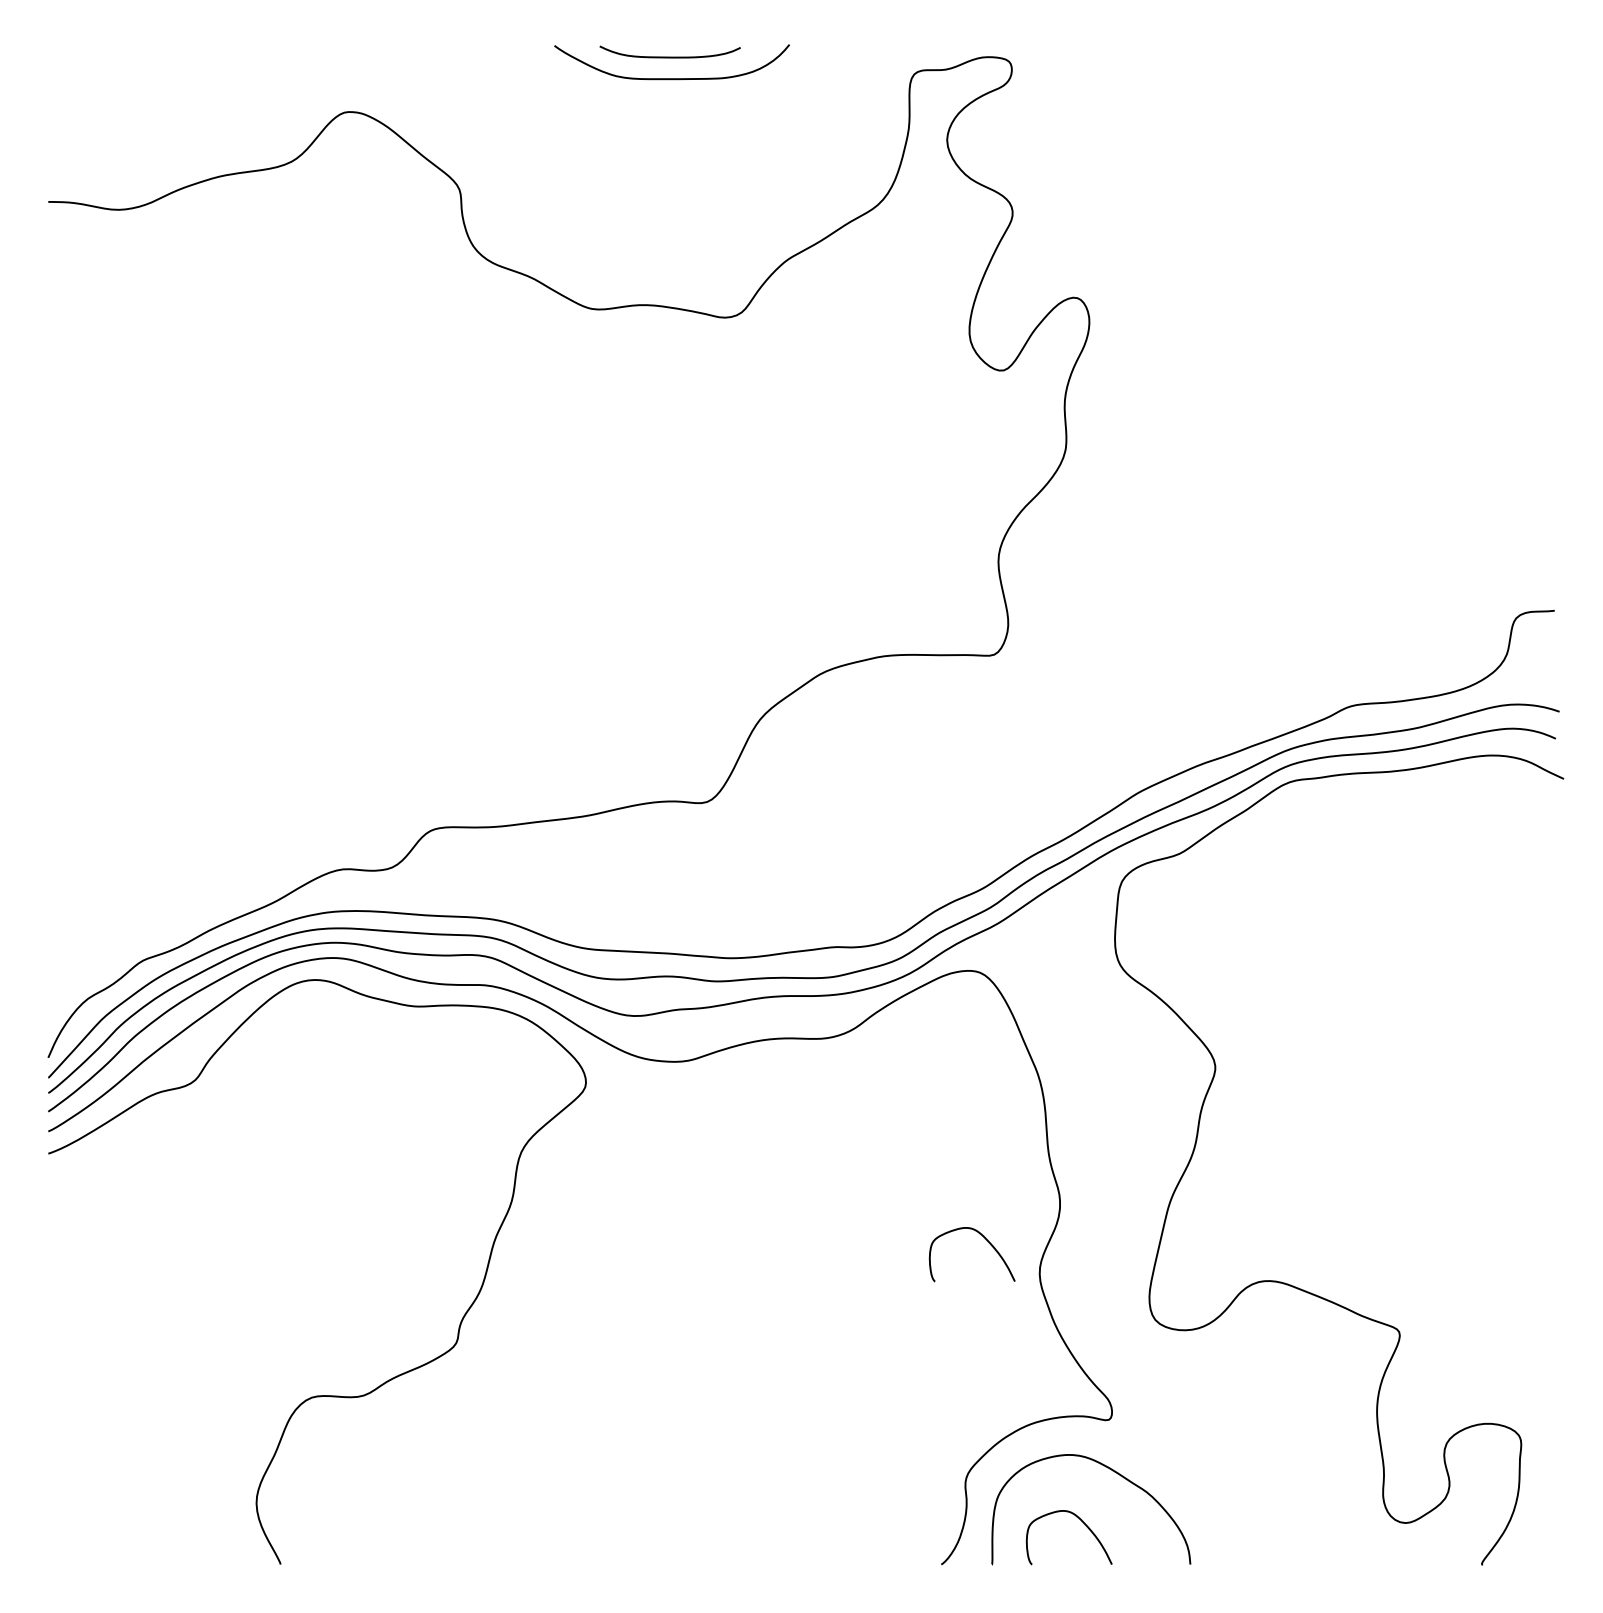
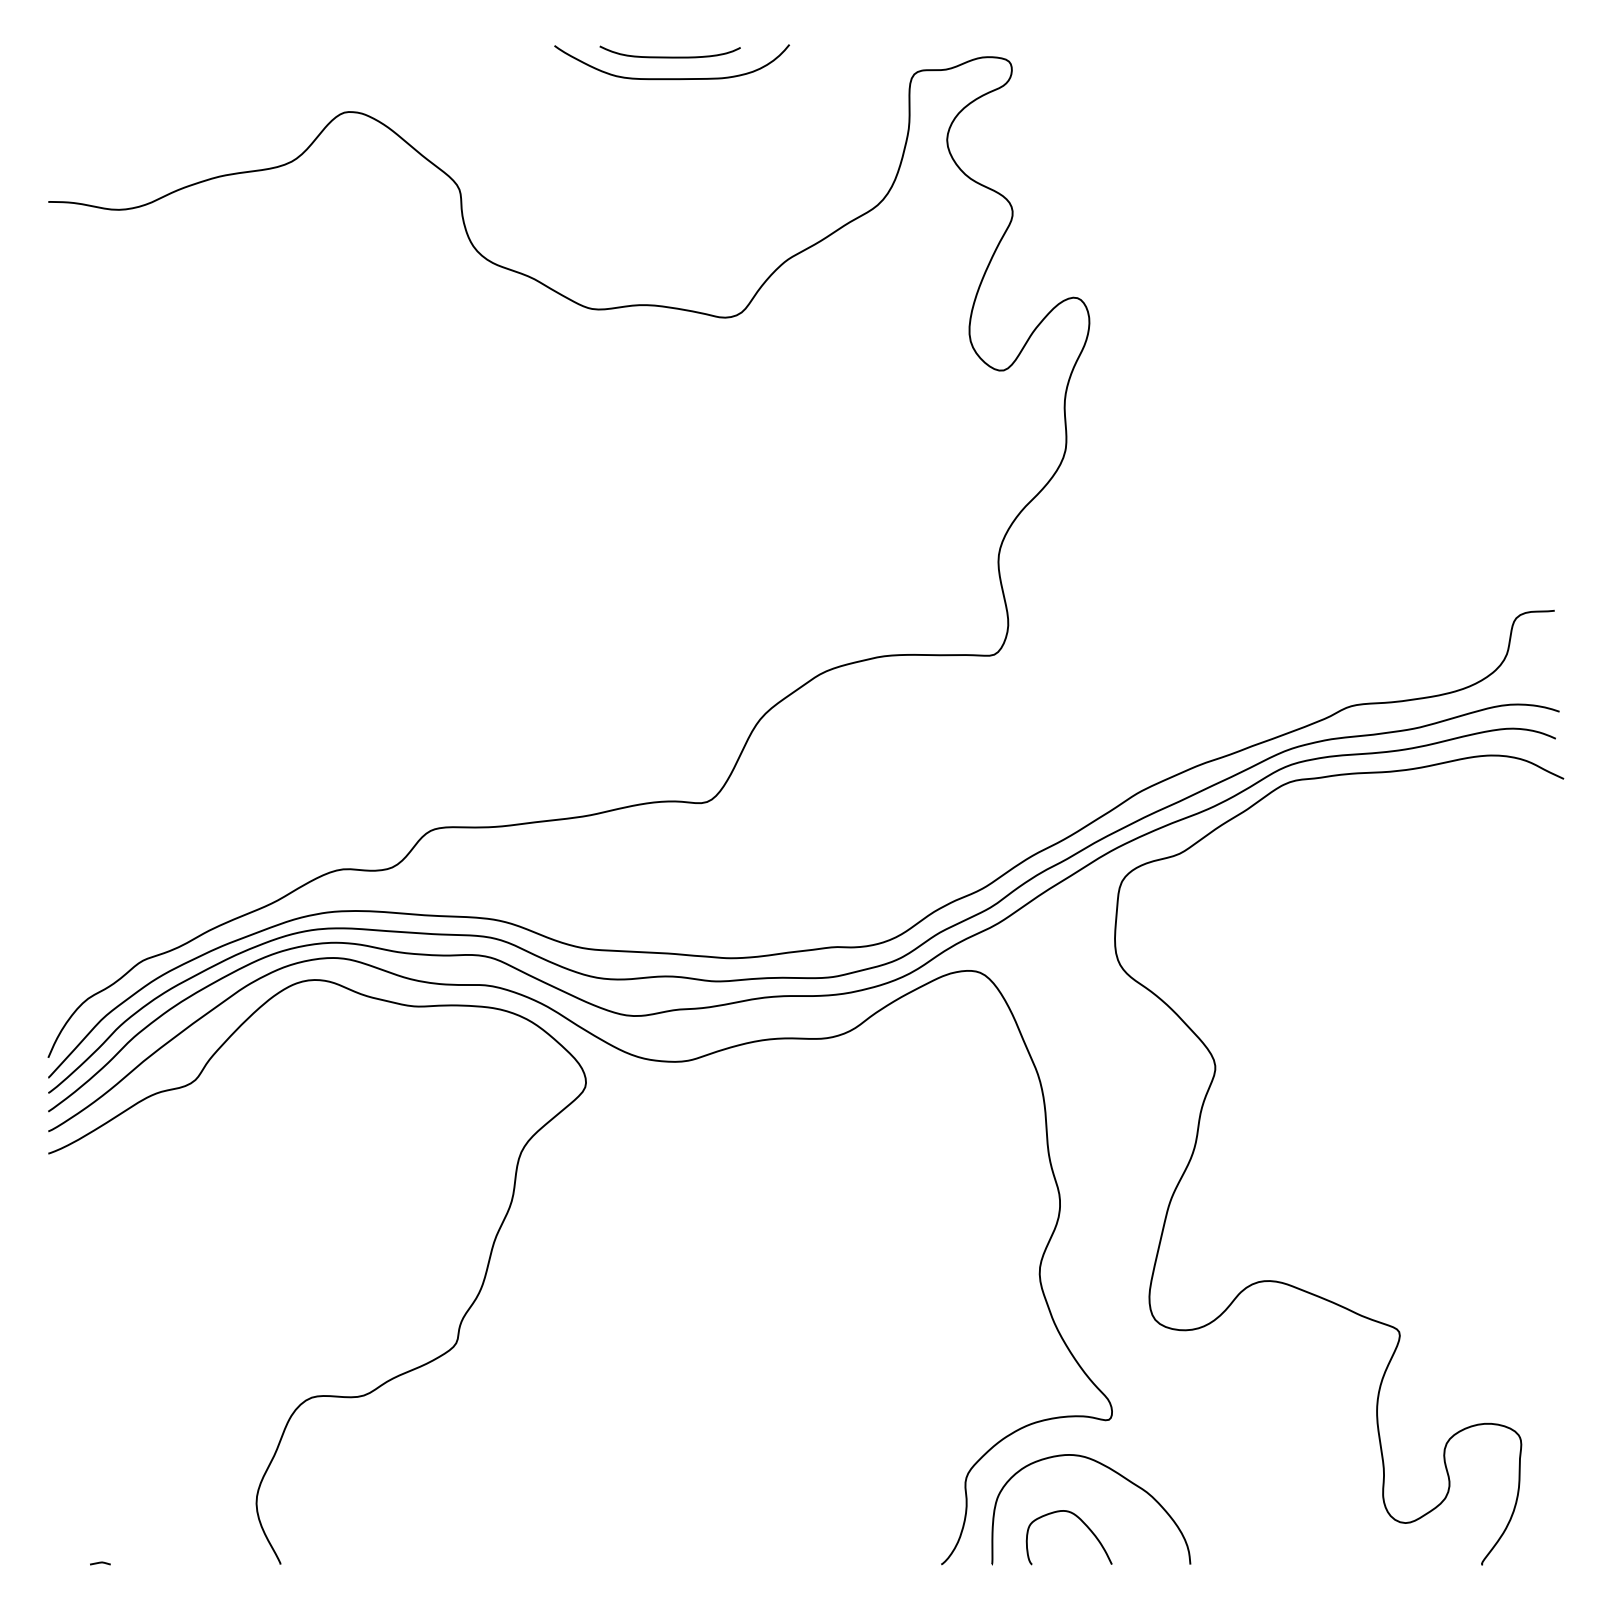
curve at (985, 1239): present -> none
line at (100, 1563): none -> present
